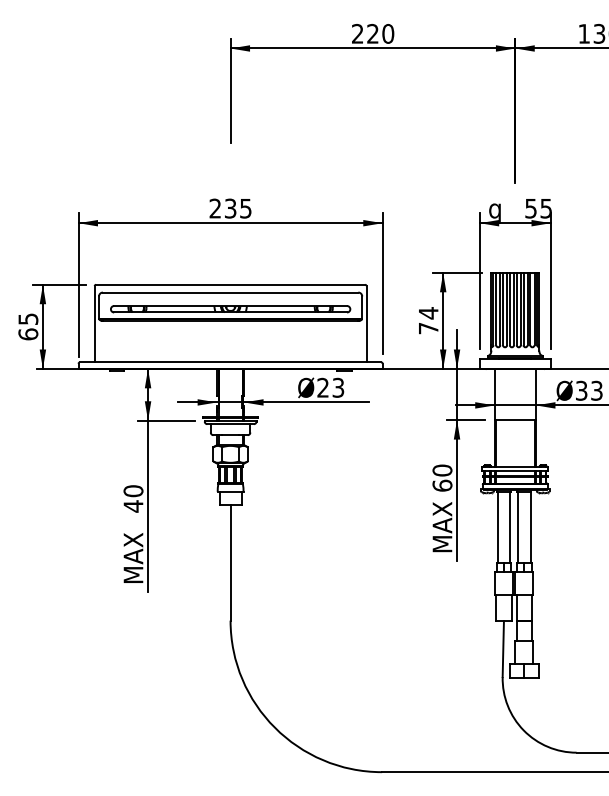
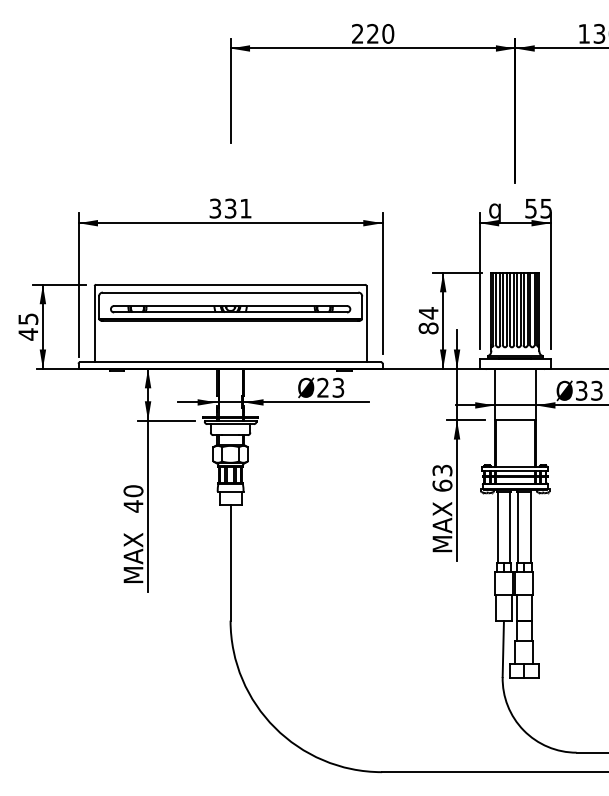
text at (230, 208): 235 -> 331
text at (428, 328): 74 -> 84
text at (28, 334): 65 -> 45
text at (442, 470): 60 -> 63
